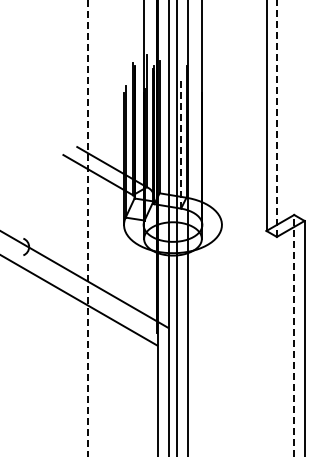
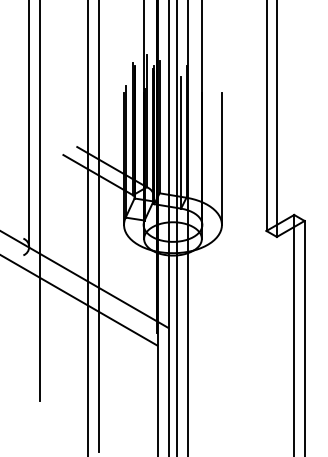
line at (276, 118): dashed -> solid
line at (29, 124): none -> present
line at (181, 142): dashed -> solid
line at (221, 158): none -> present
line at (39, 201): none -> present
line at (98, 226): none -> present
line at (88, 228): dashed -> solid
line at (294, 335): dashed -> solid
